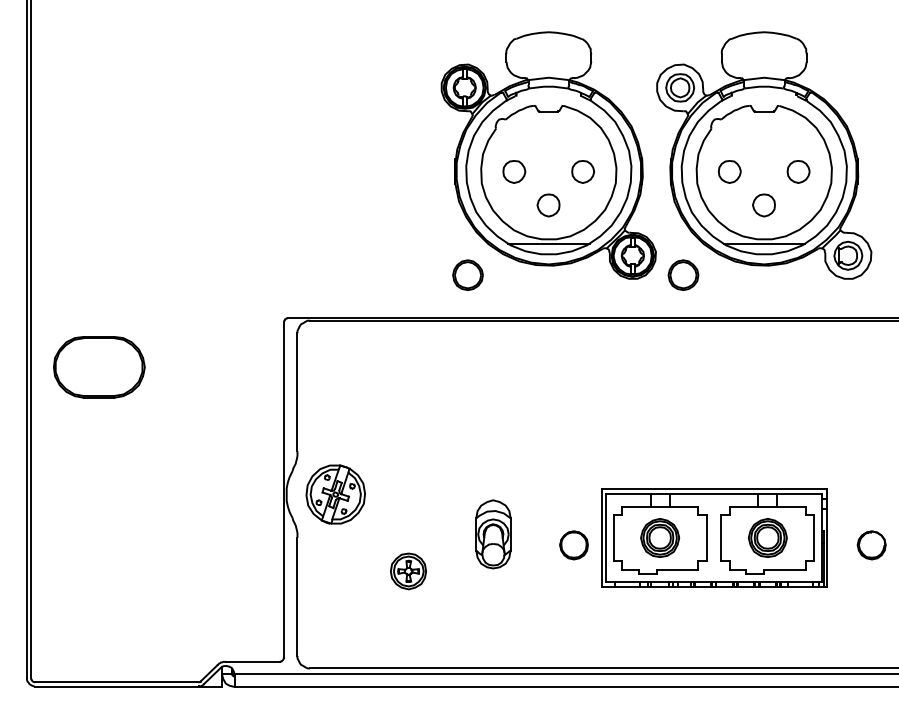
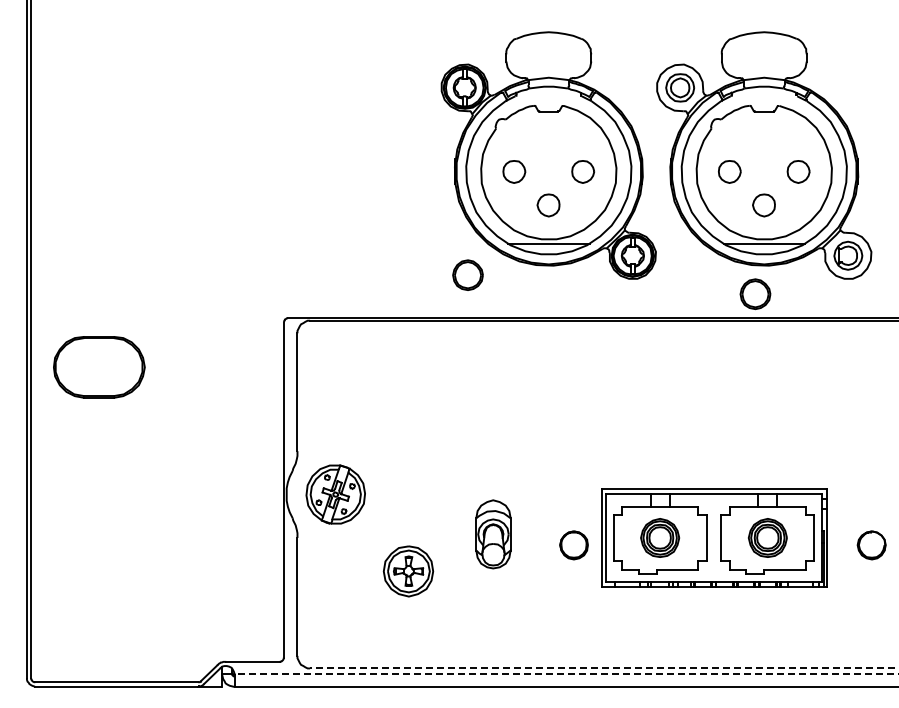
part at (683, 275) position: (683, 275) -> (755, 294)
part at (408, 571) size: 37x39 px -> 53x53 px
line at (603, 668): solid -> dashed
line at (566, 674): solid -> dashed
